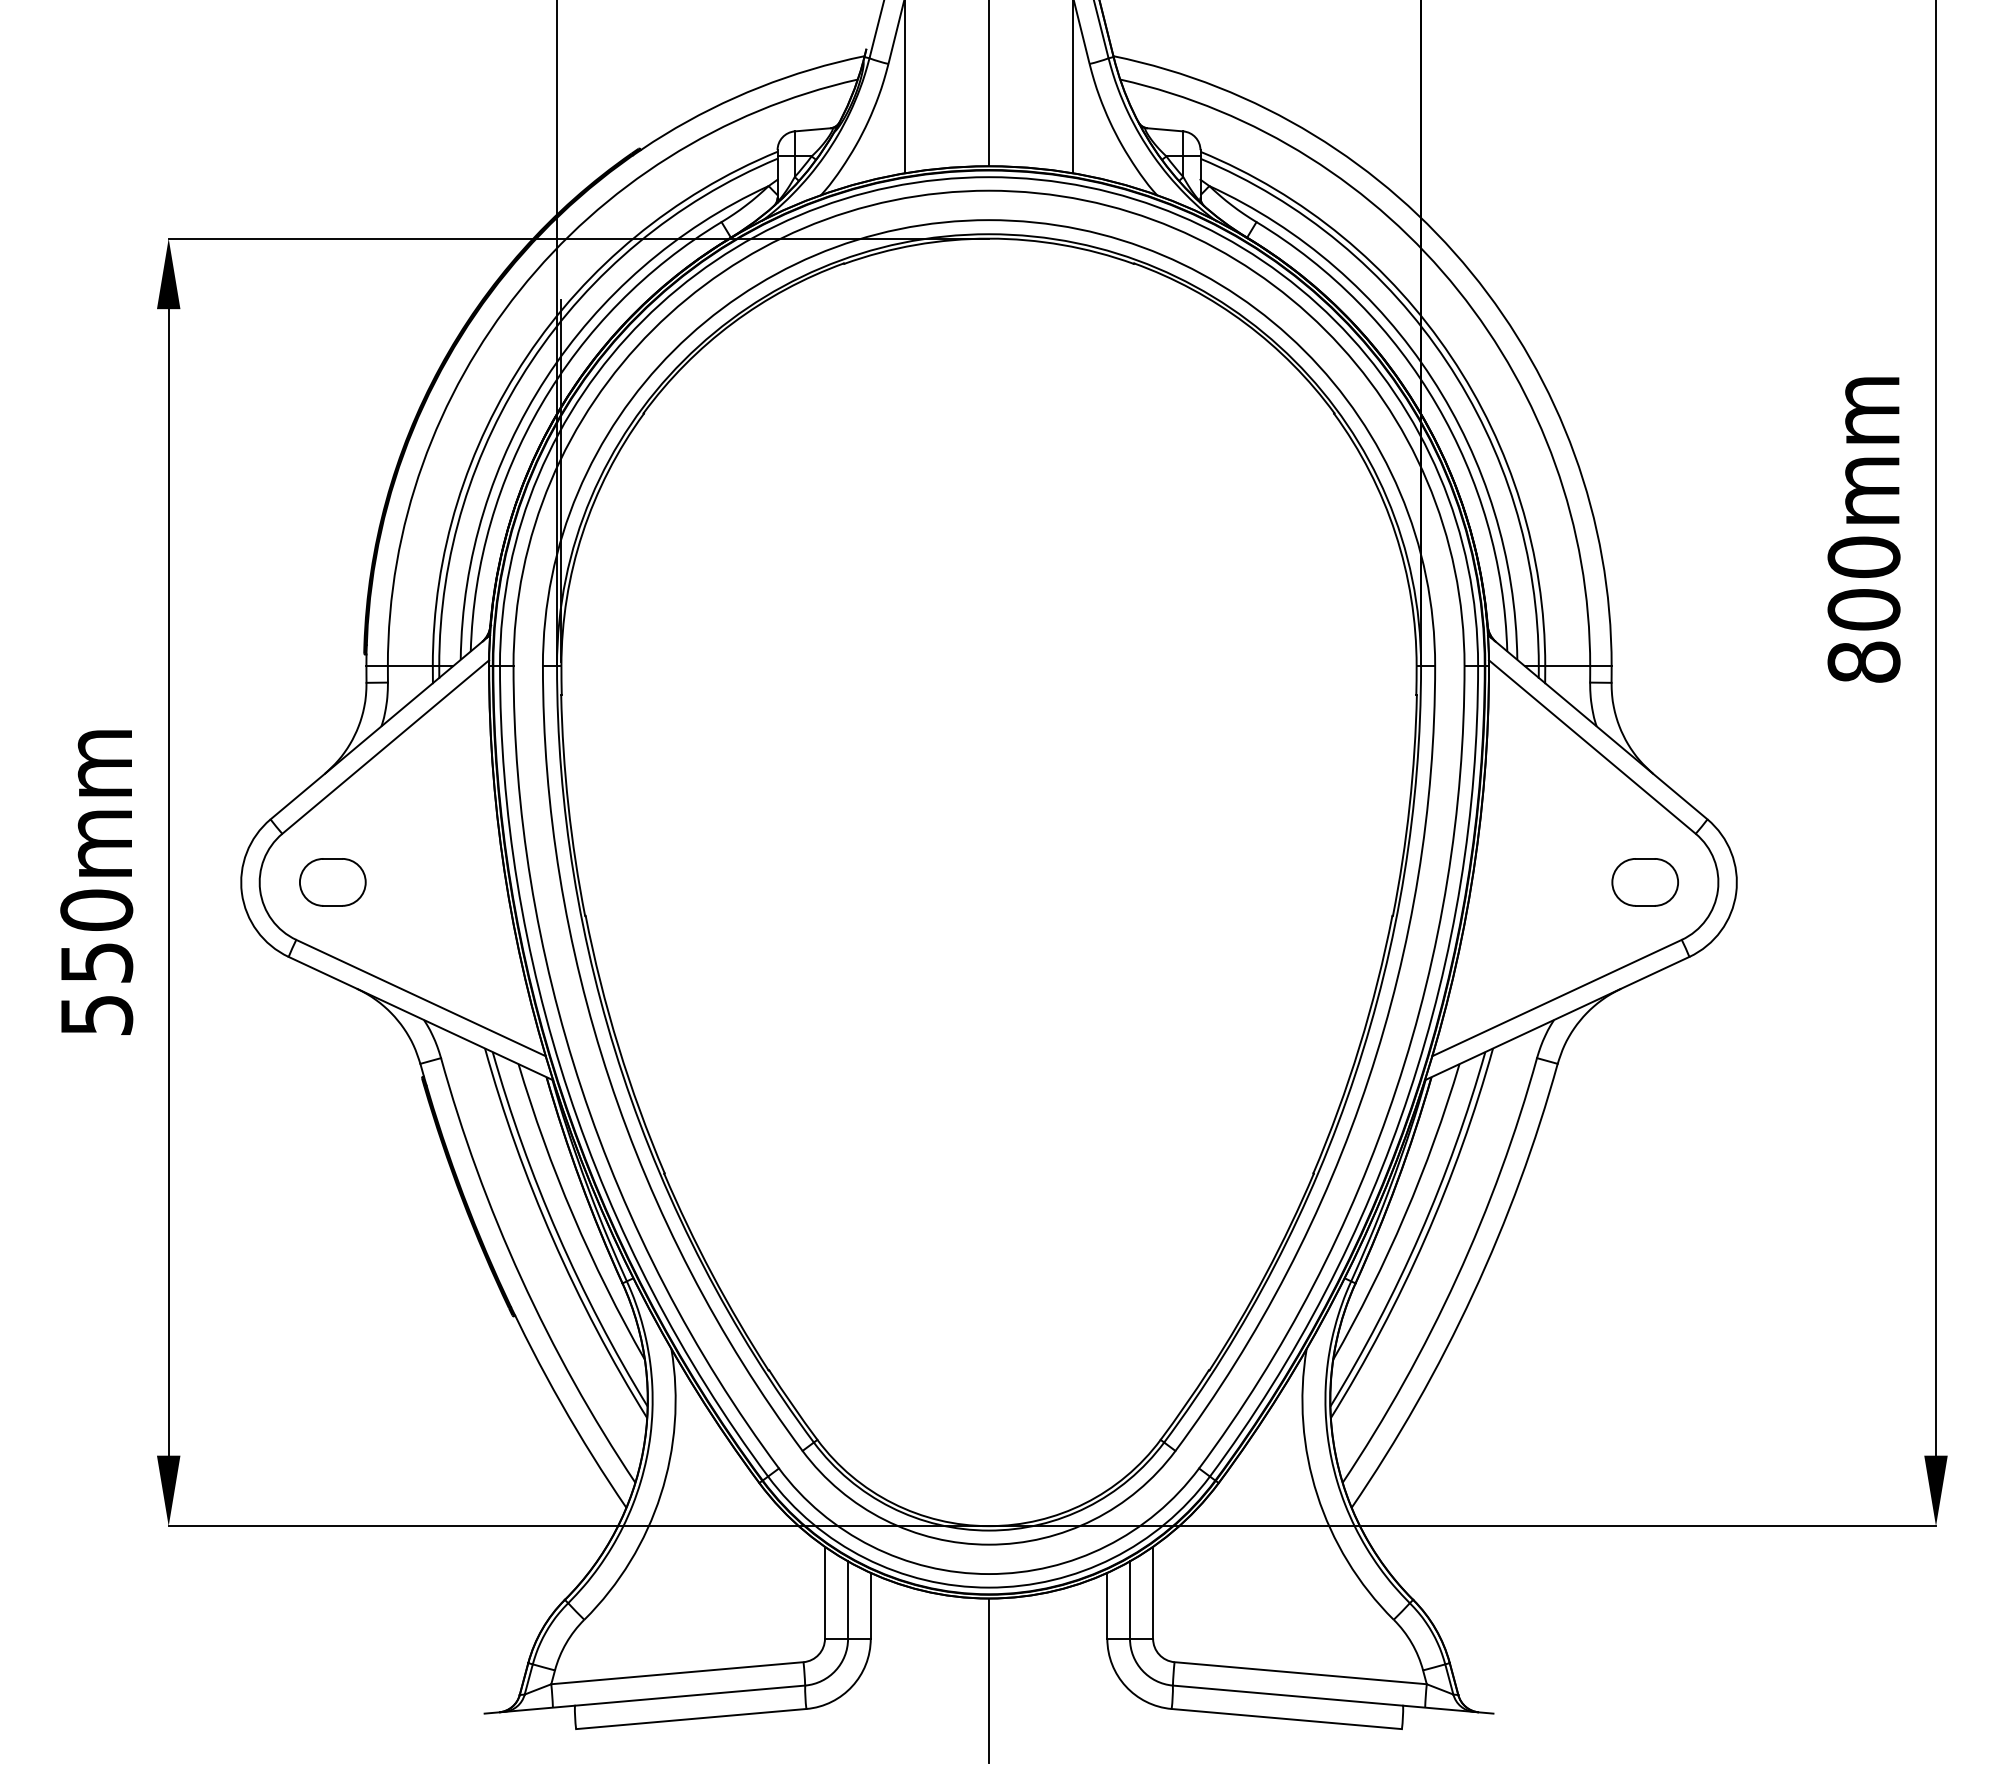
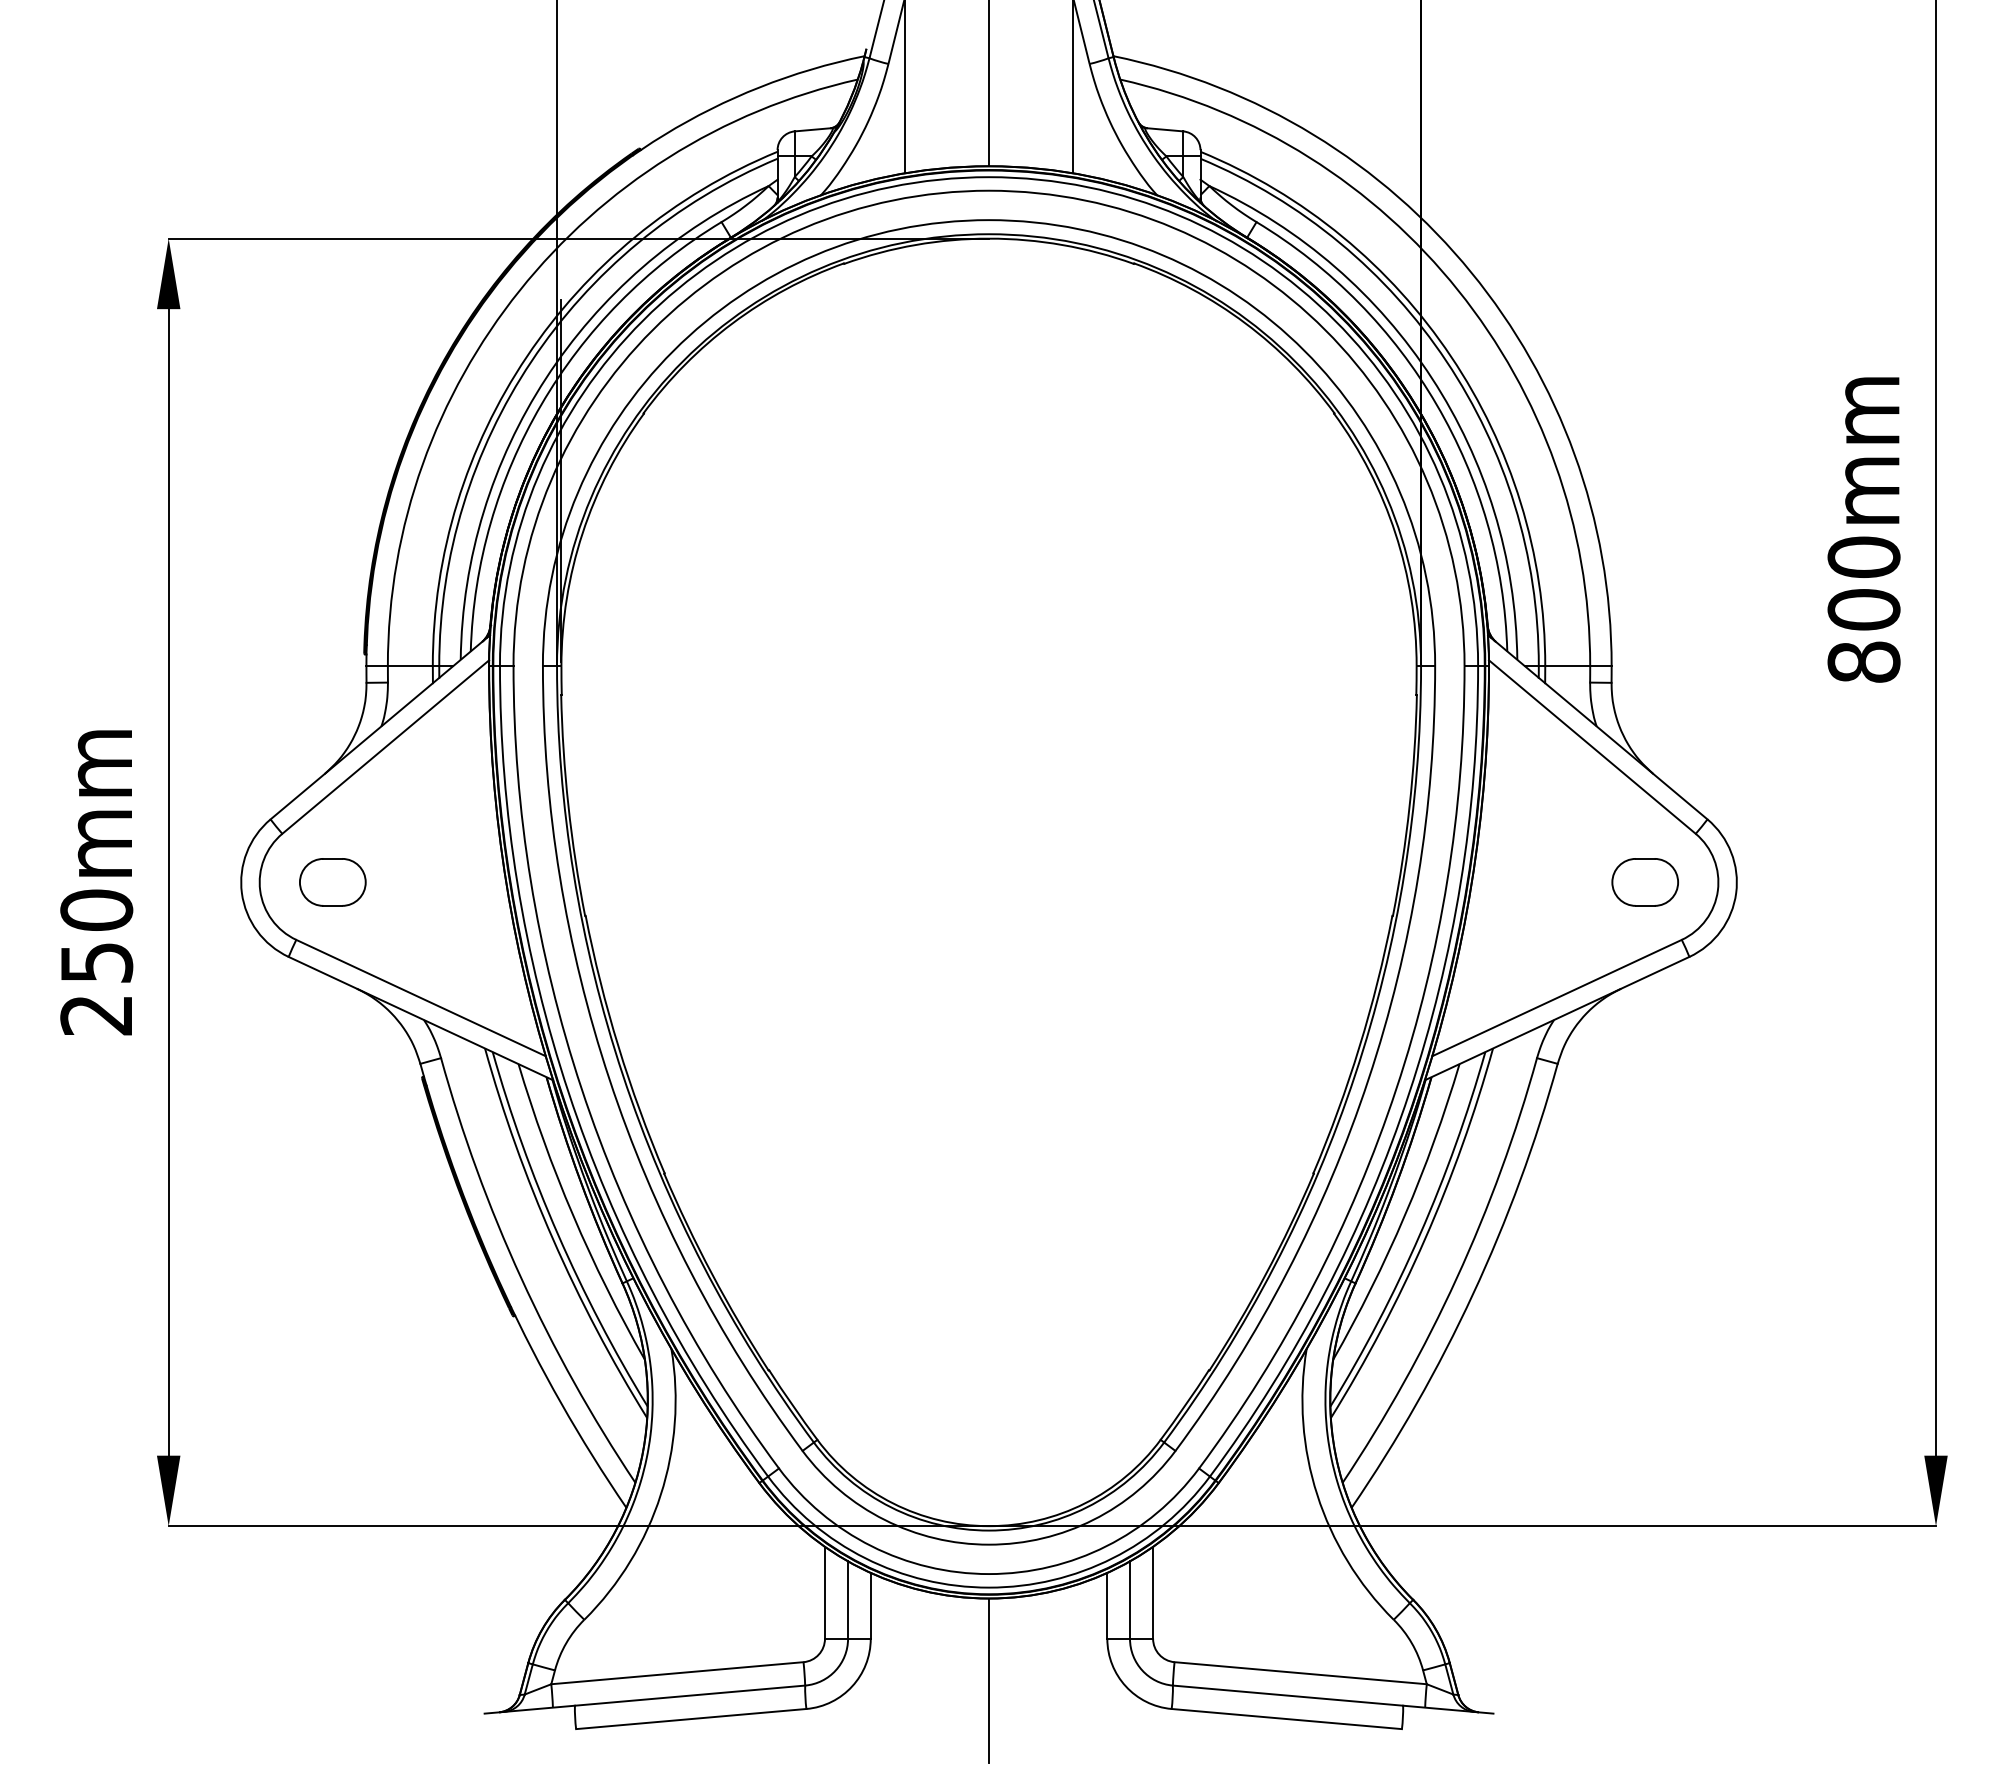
text at (96, 1015): 550mm -> 250mm
